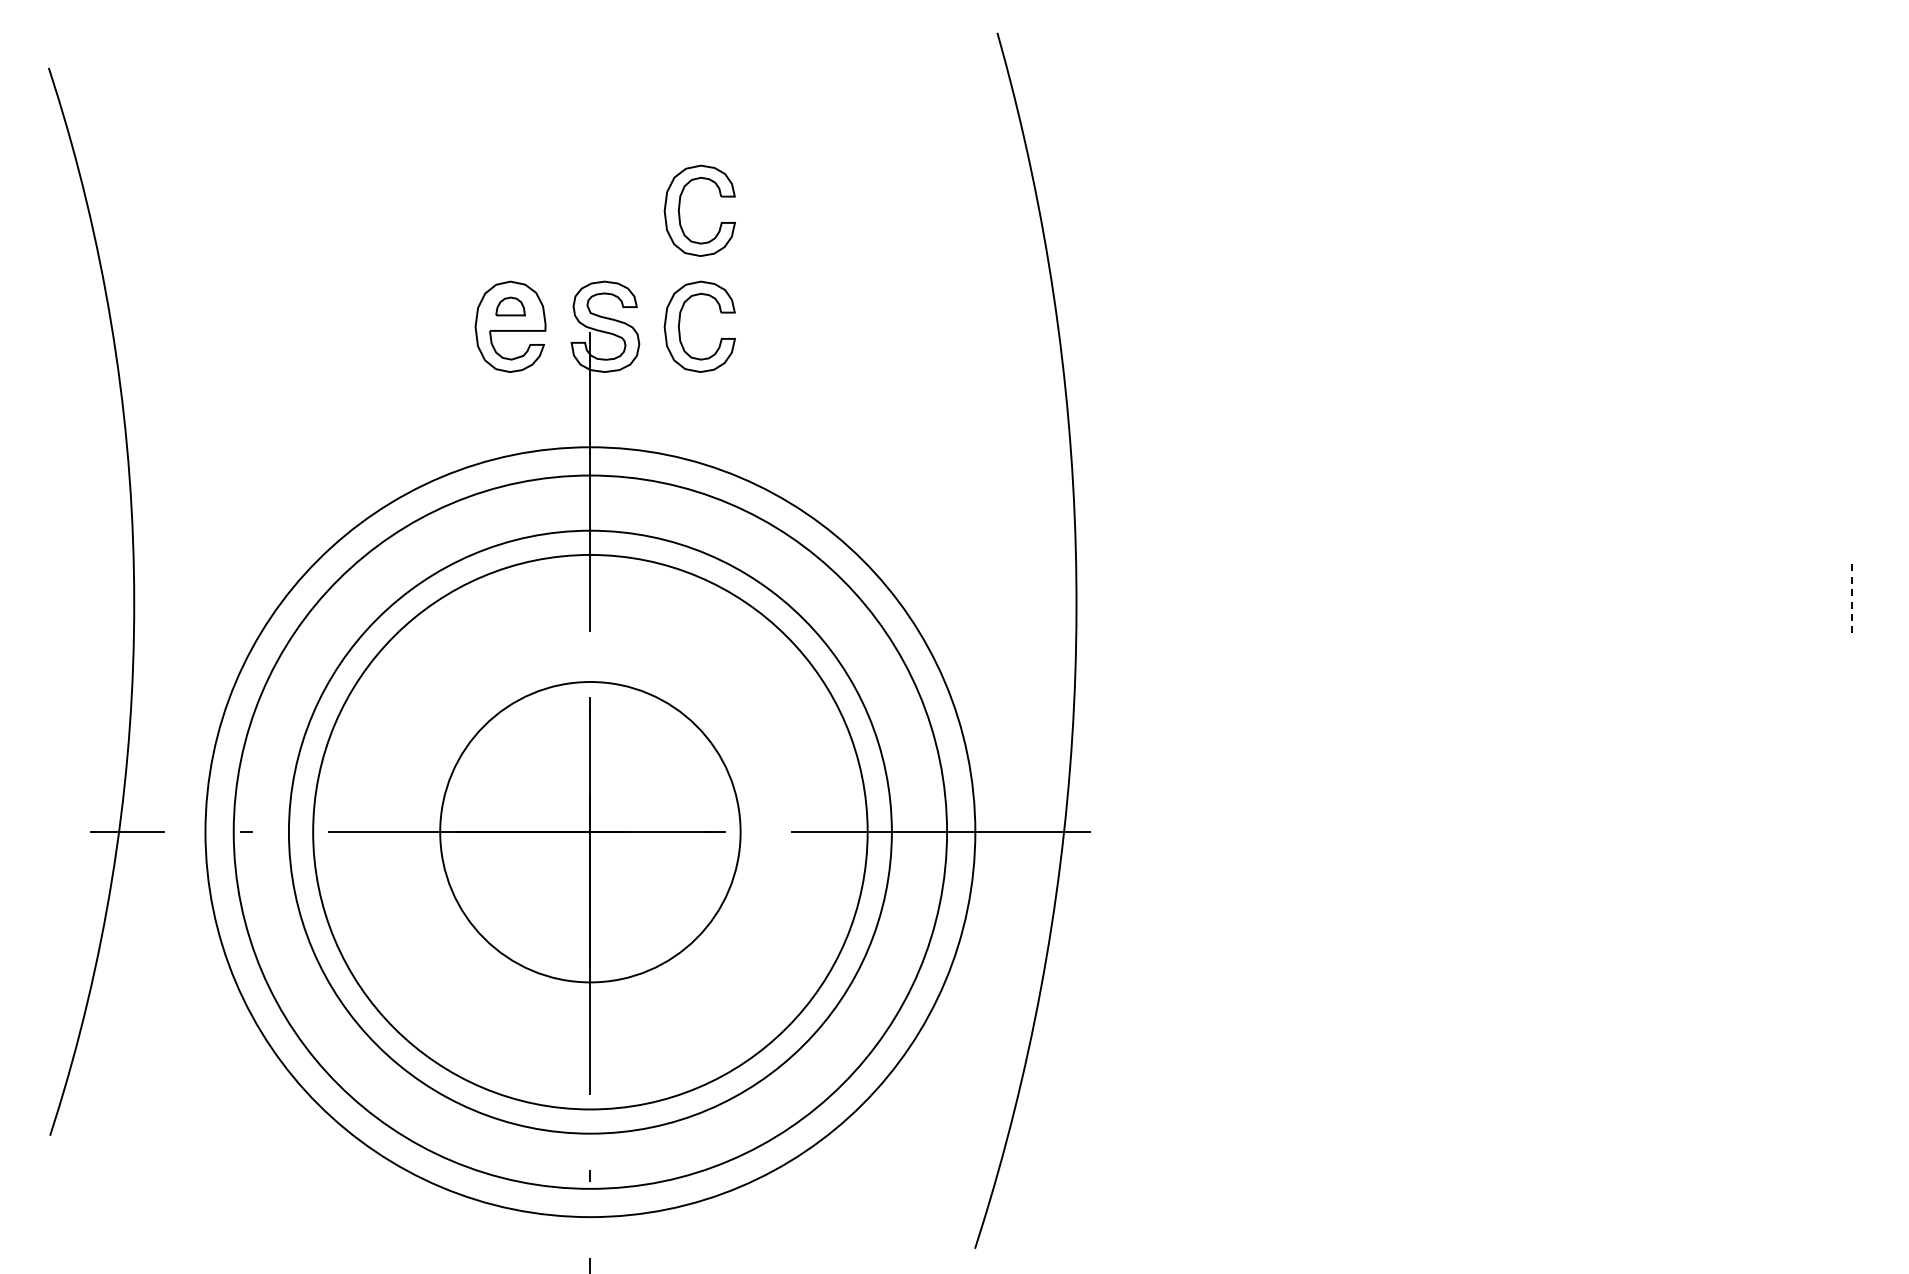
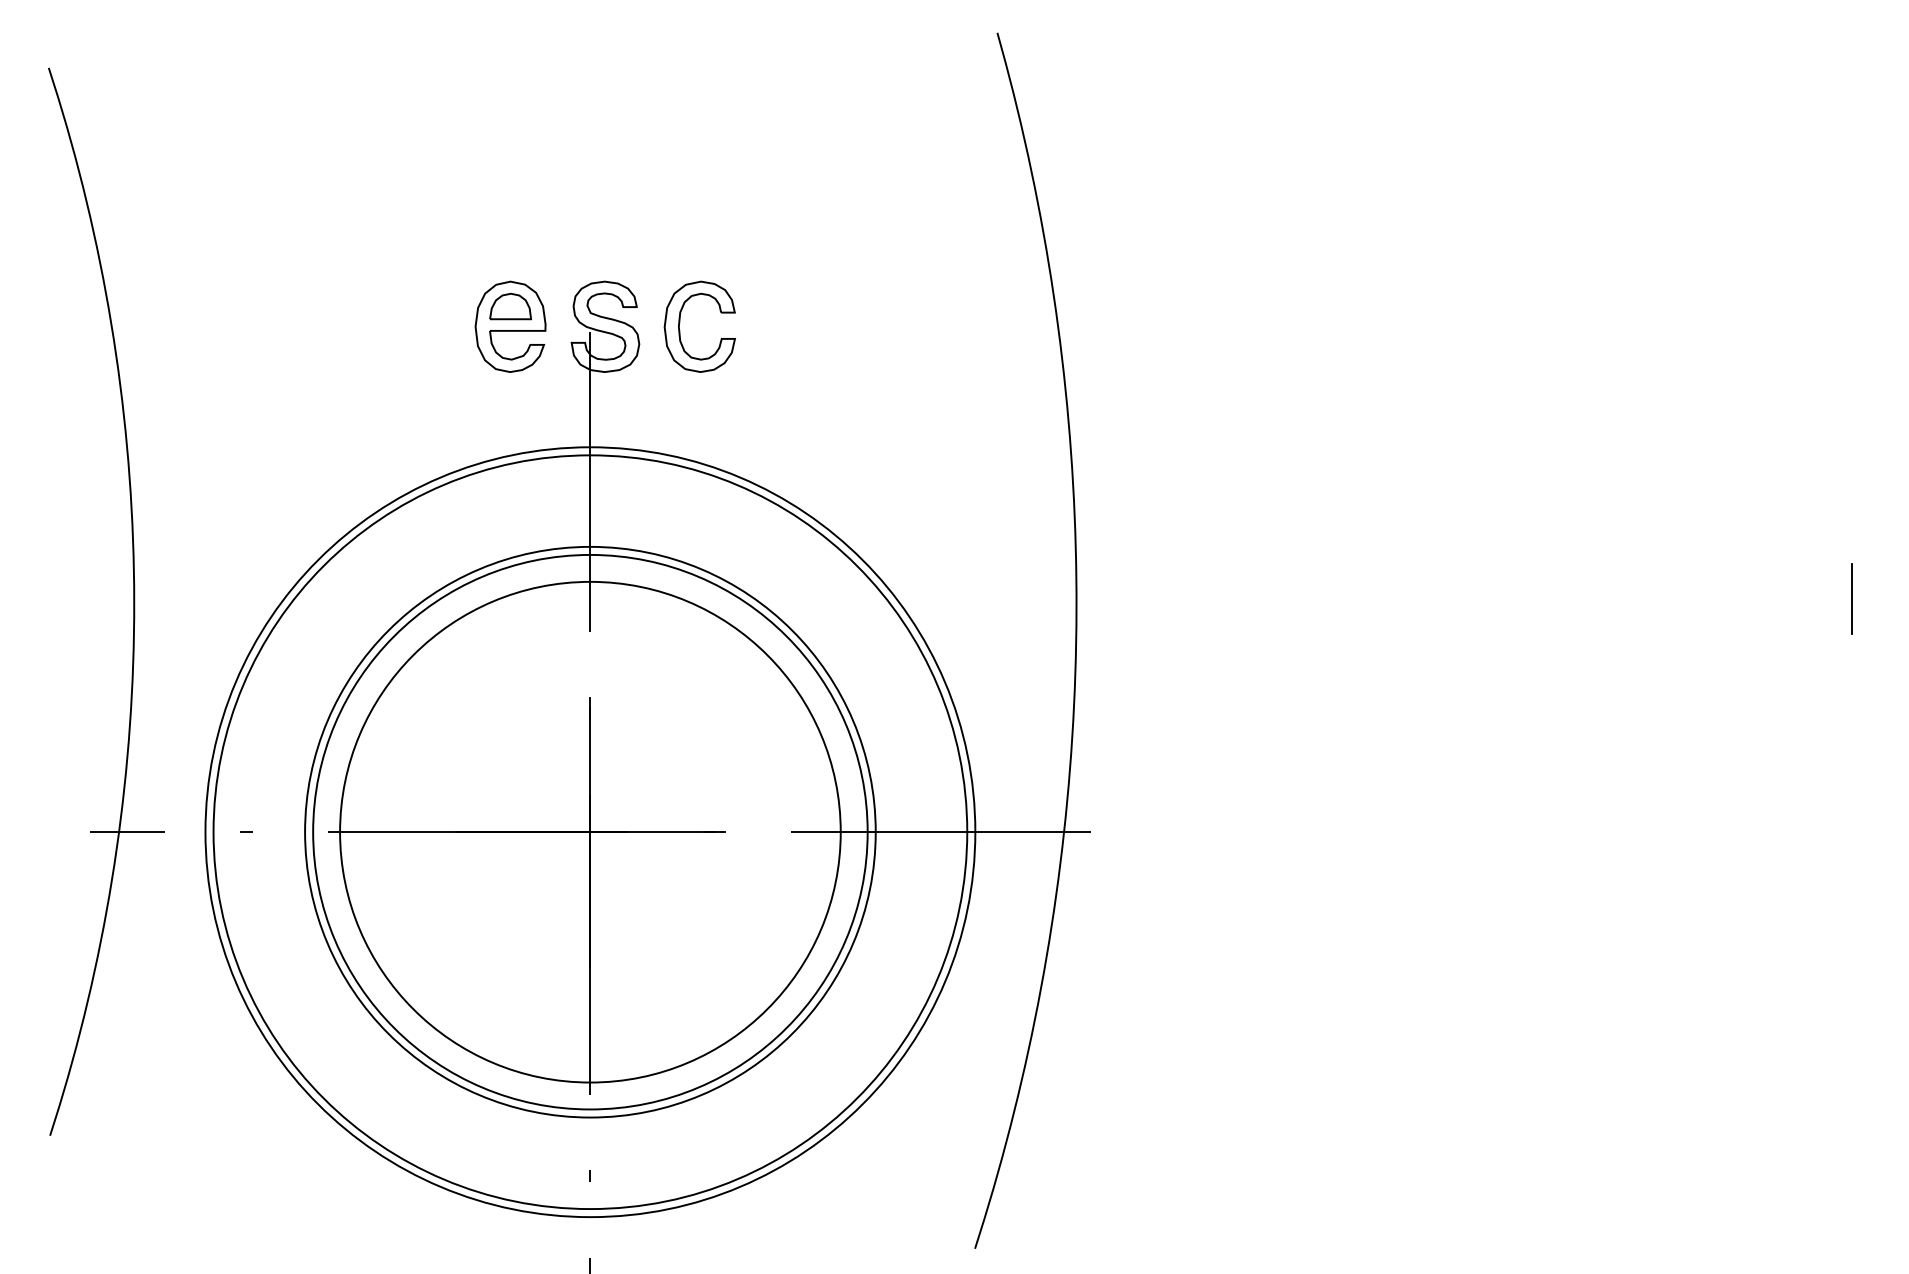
part at (680, 207): present -> none
part at (510, 306) size: 31x21 px -> 43x29 px
line at (1851, 599): dashed -> solid
circle at (589, 831) diameter: 603 px -> 754 px
circle at (590, 831) diameter: 713 px -> 571 px
circle at (590, 832) diameter: 300 px -> 501 px
